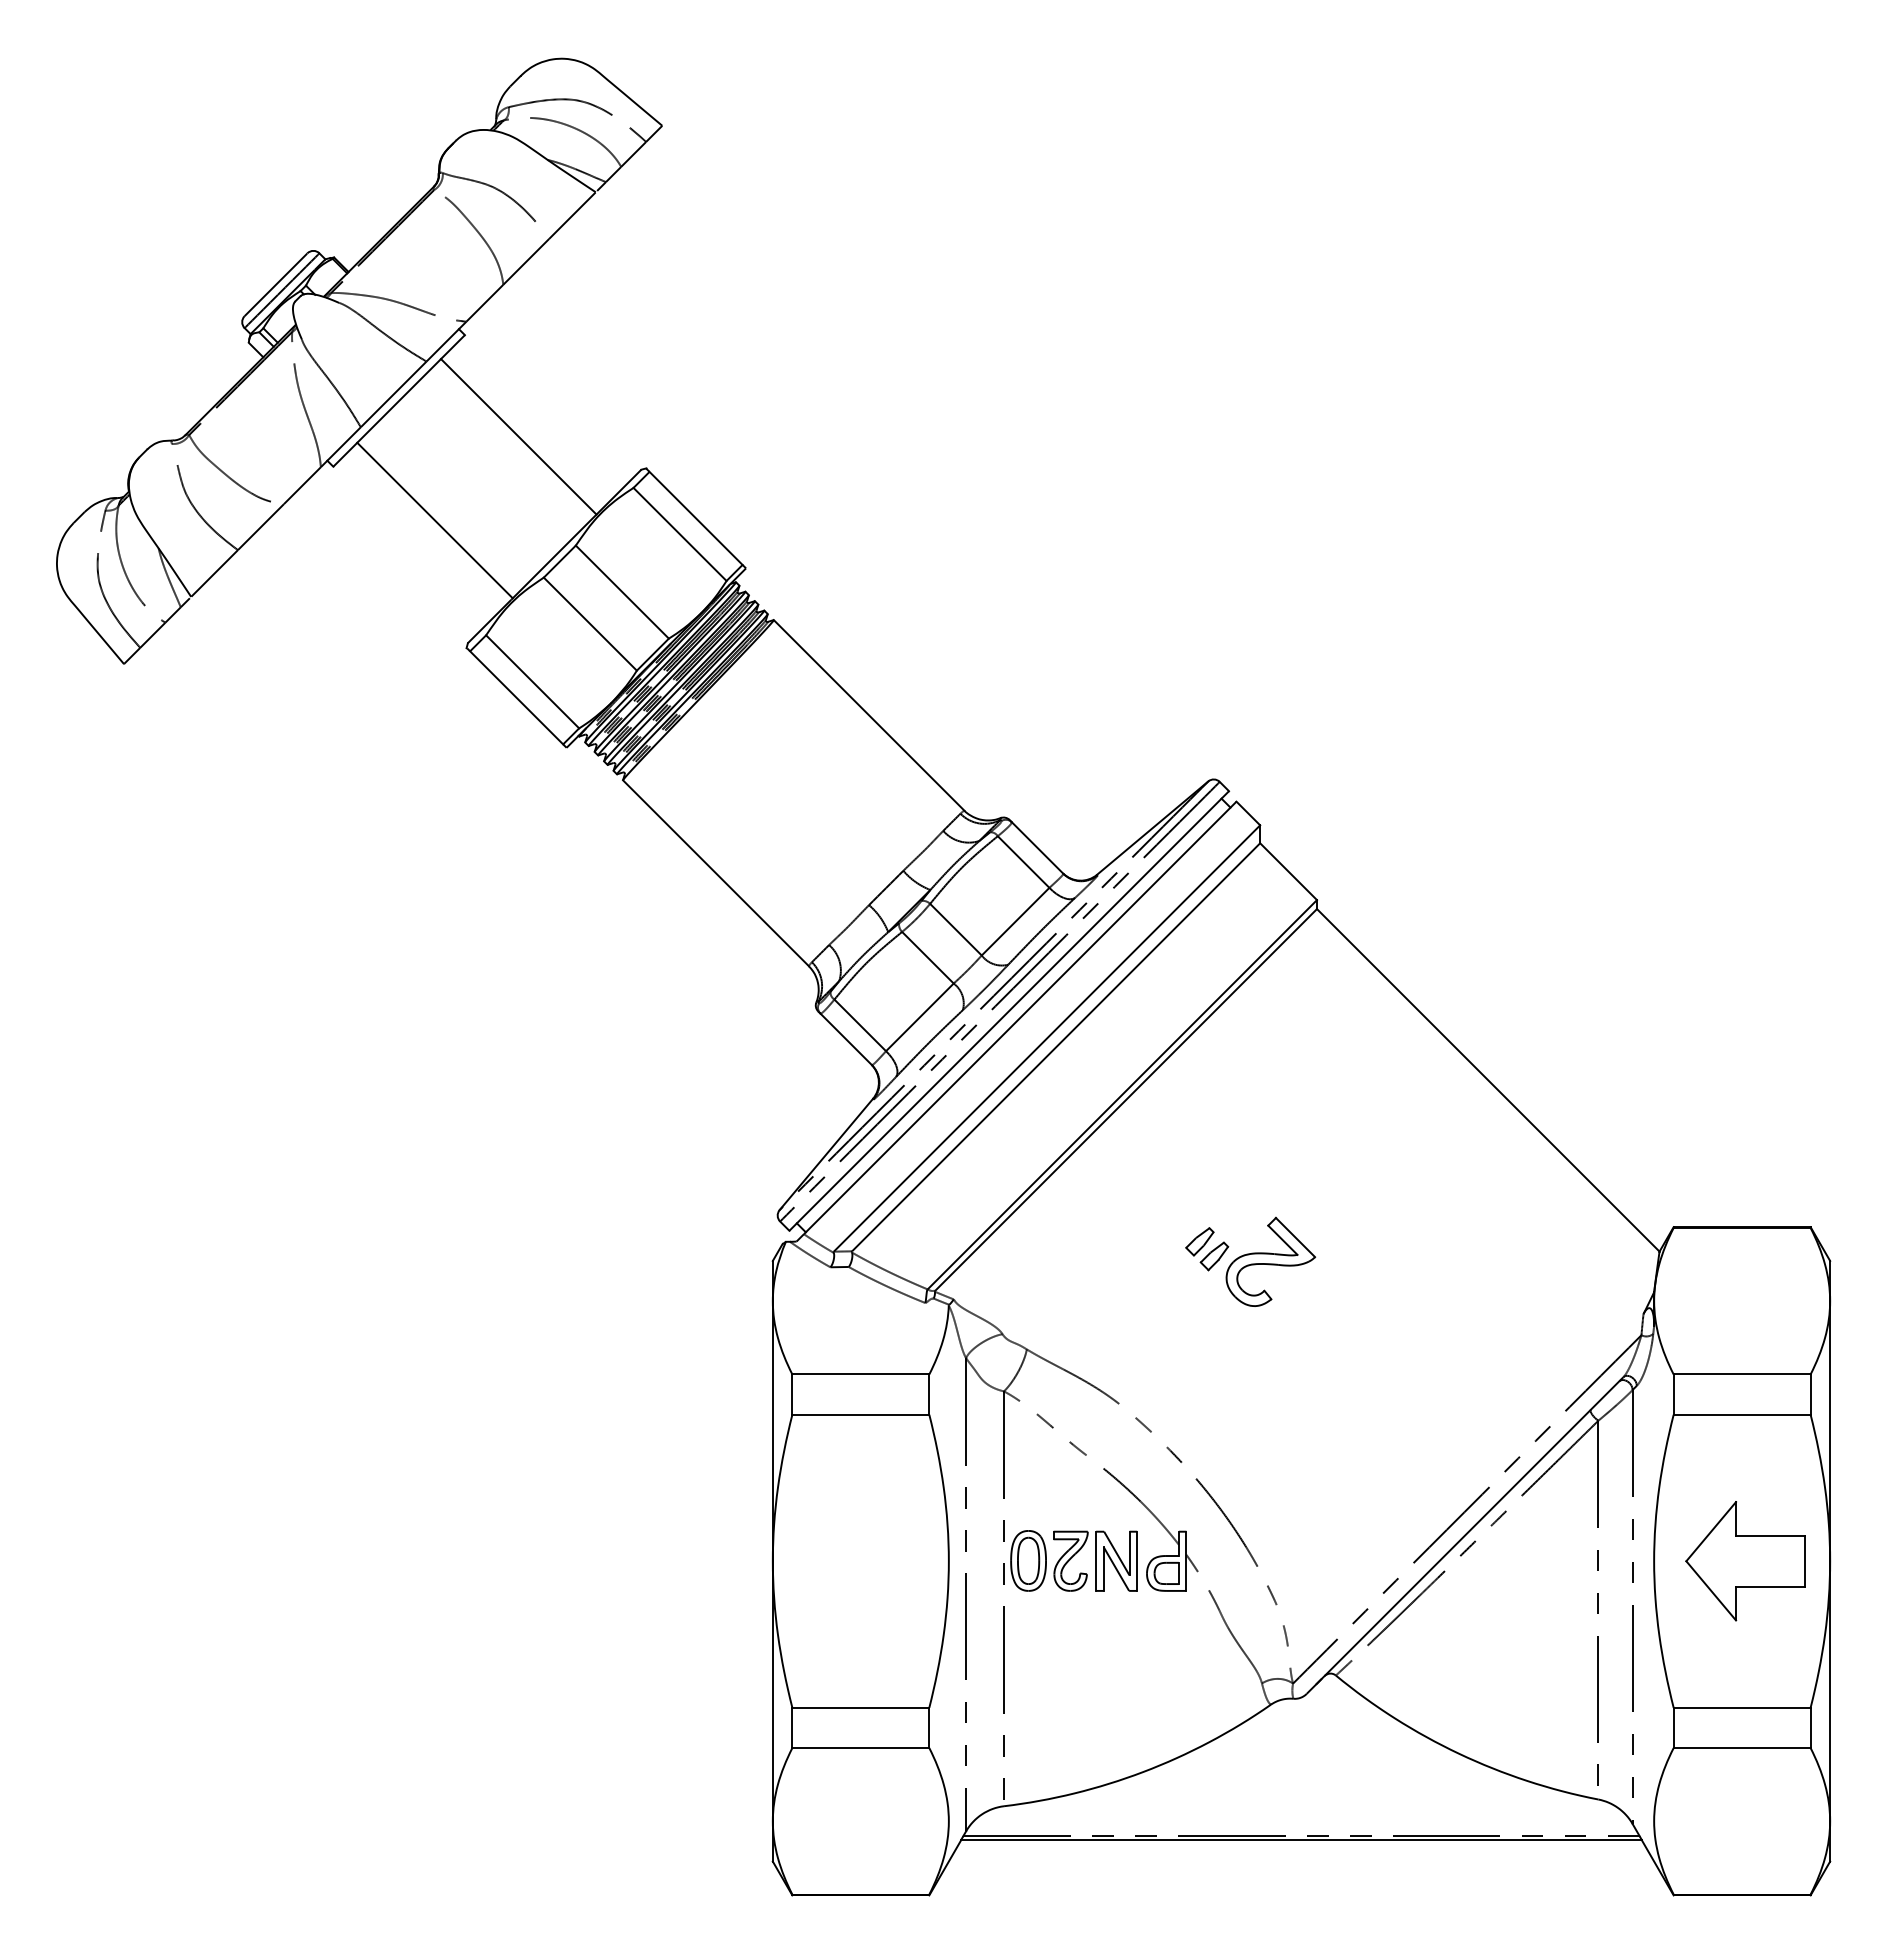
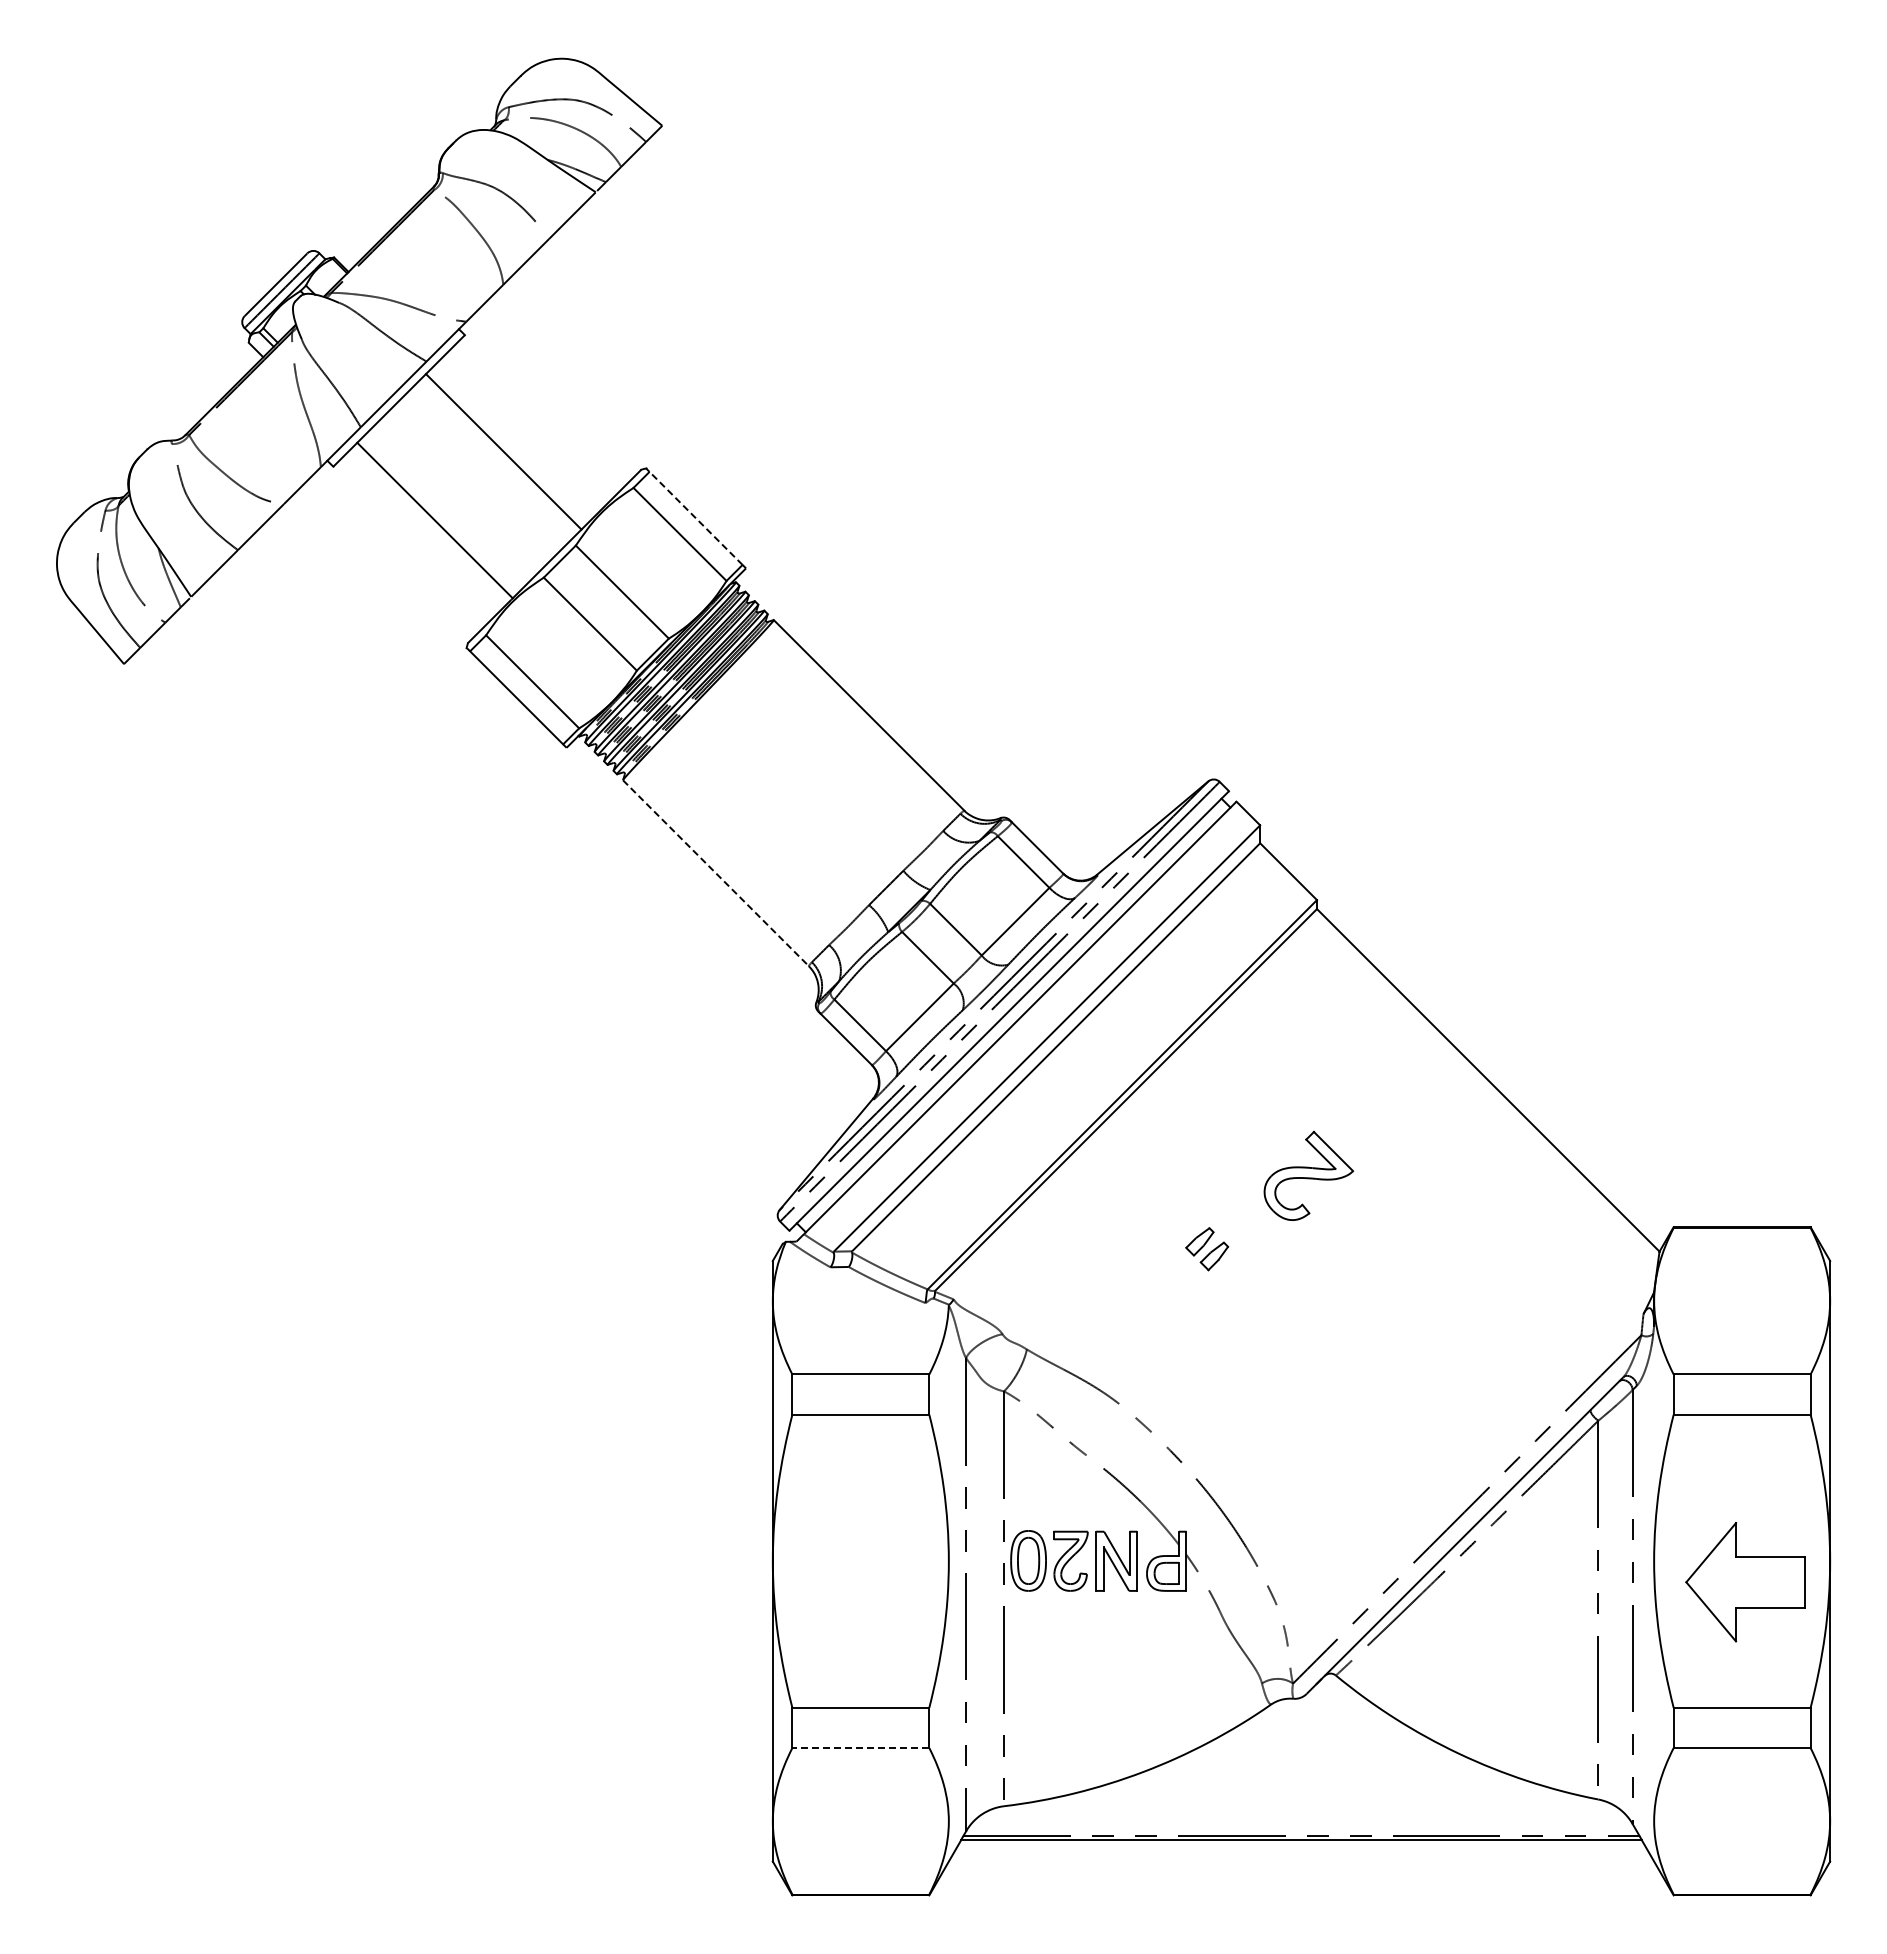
line at (518, 436) position: (518, 436) -> (503, 451)
line at (696, 518): solid -> dashed
line at (716, 873): solid -> dashed
part at (1270, 1261) position: (1270, 1261) -> (1308, 1175)
part at (1745, 1561) position: (1745, 1561) -> (1745, 1582)
line at (860, 1748): solid -> dashed
